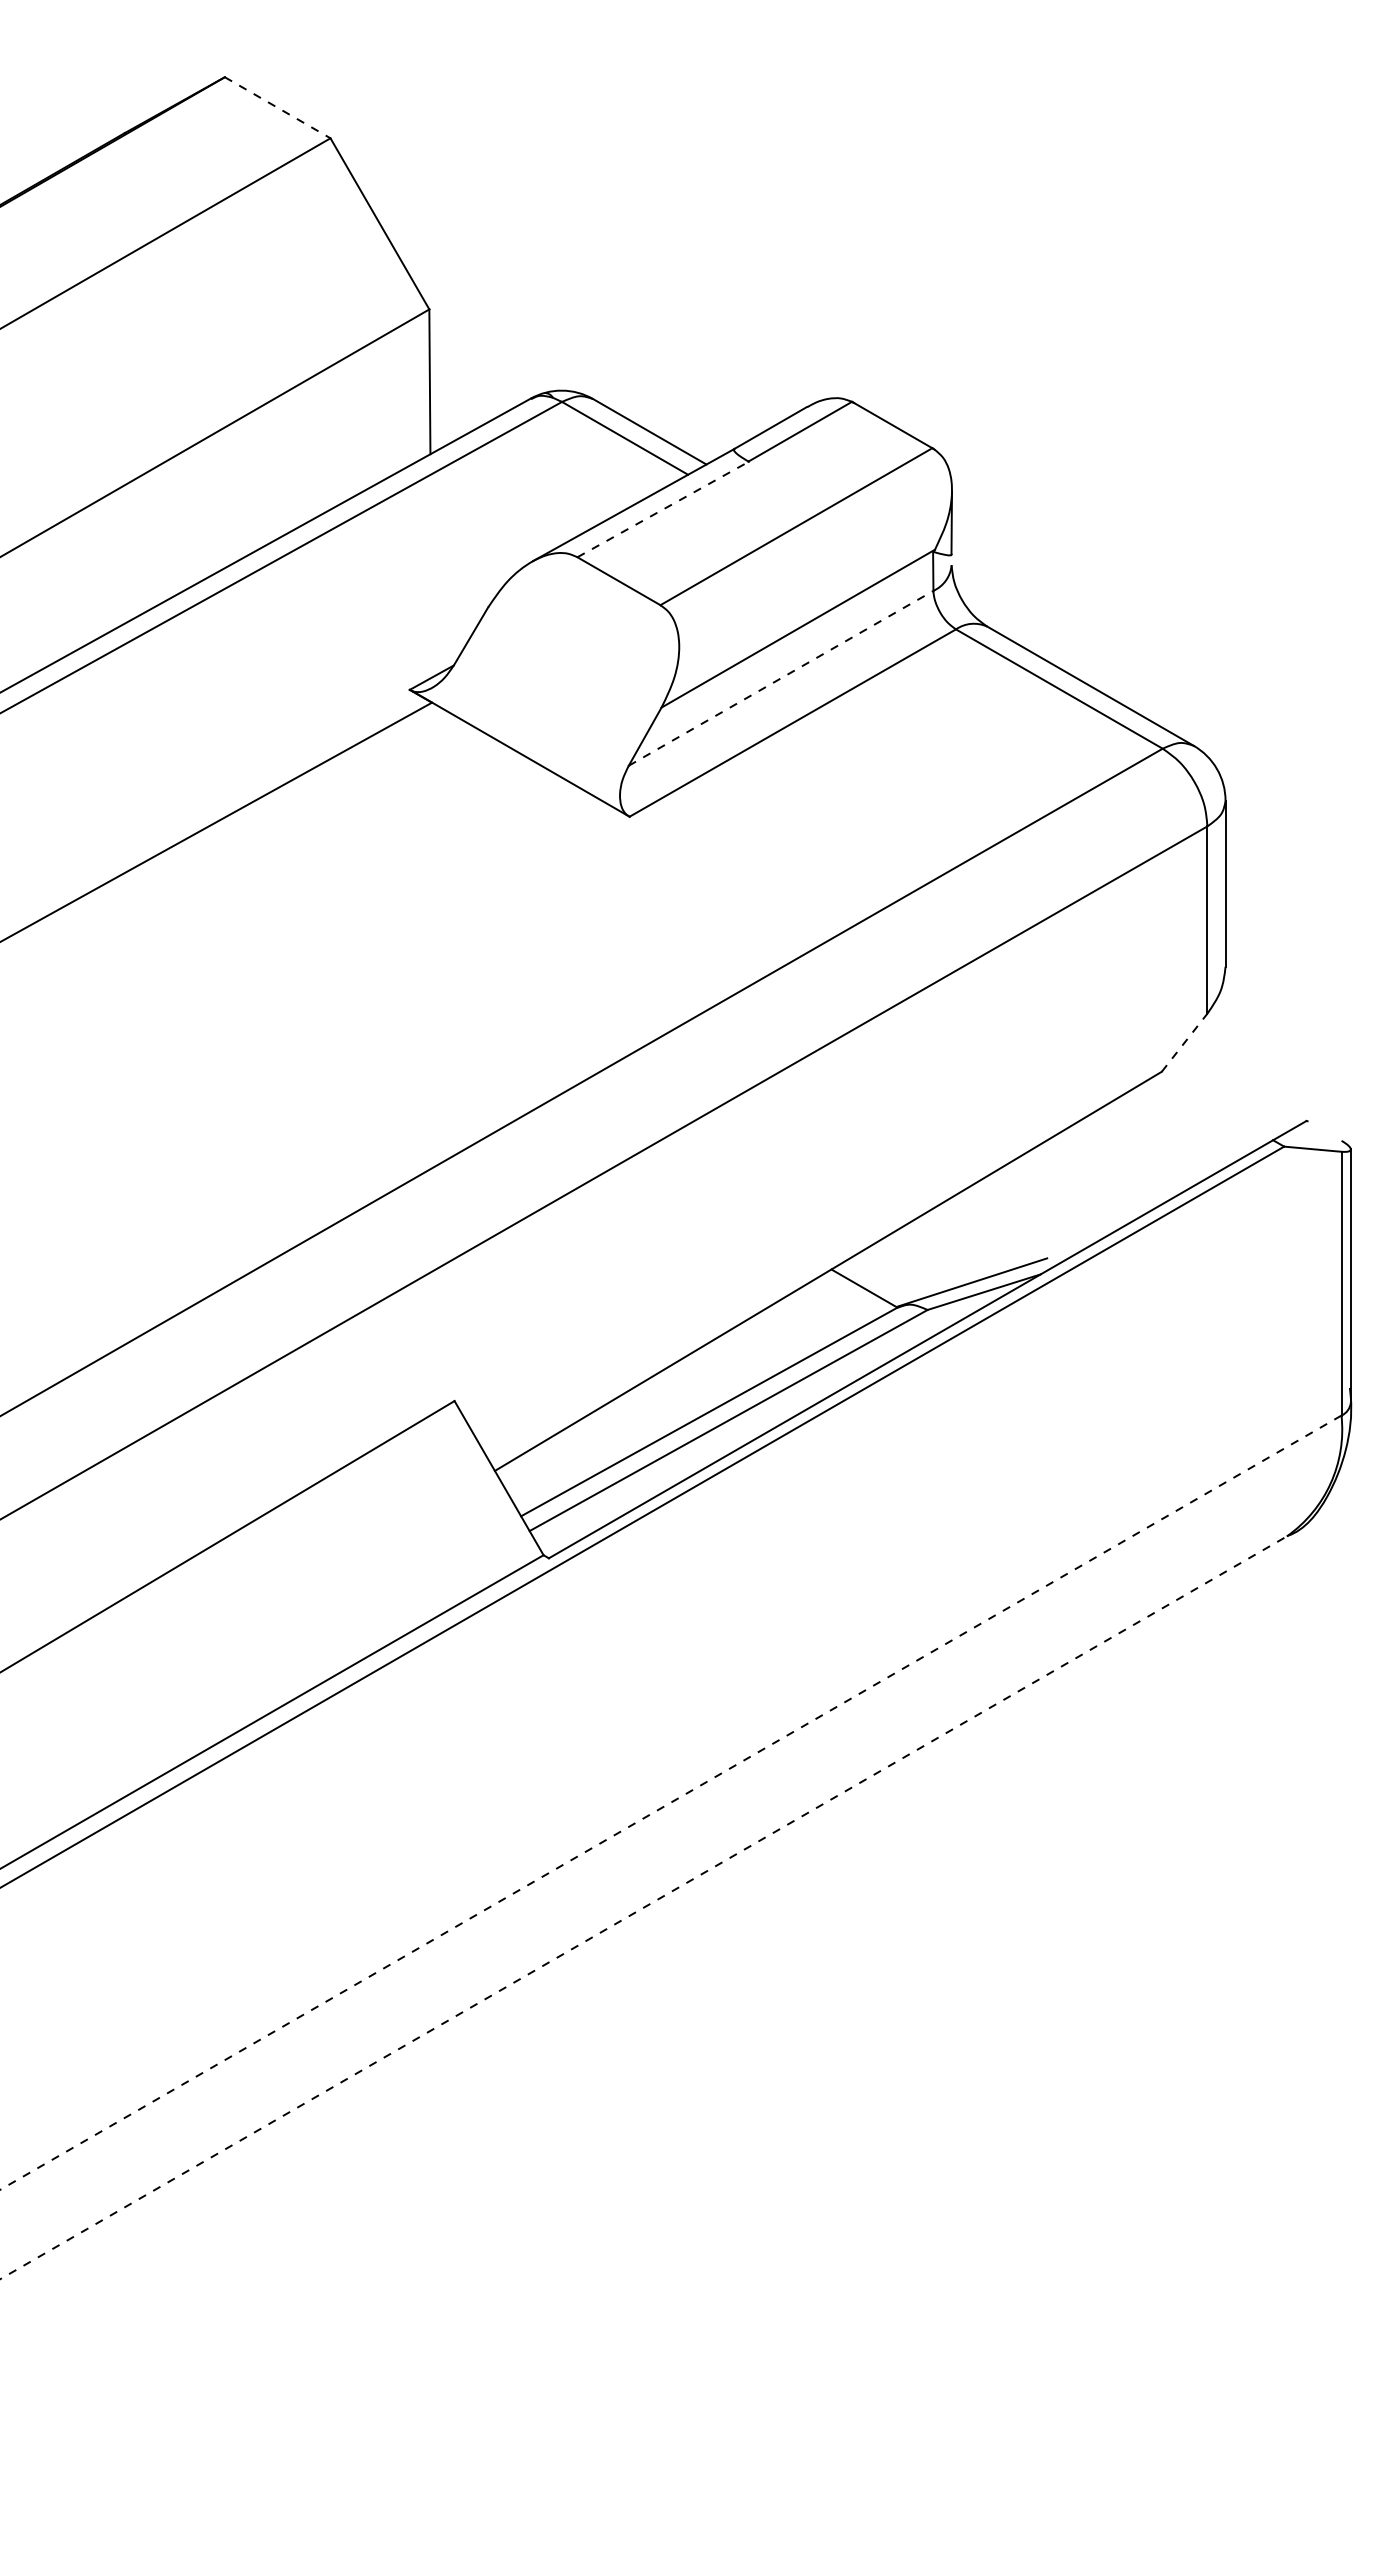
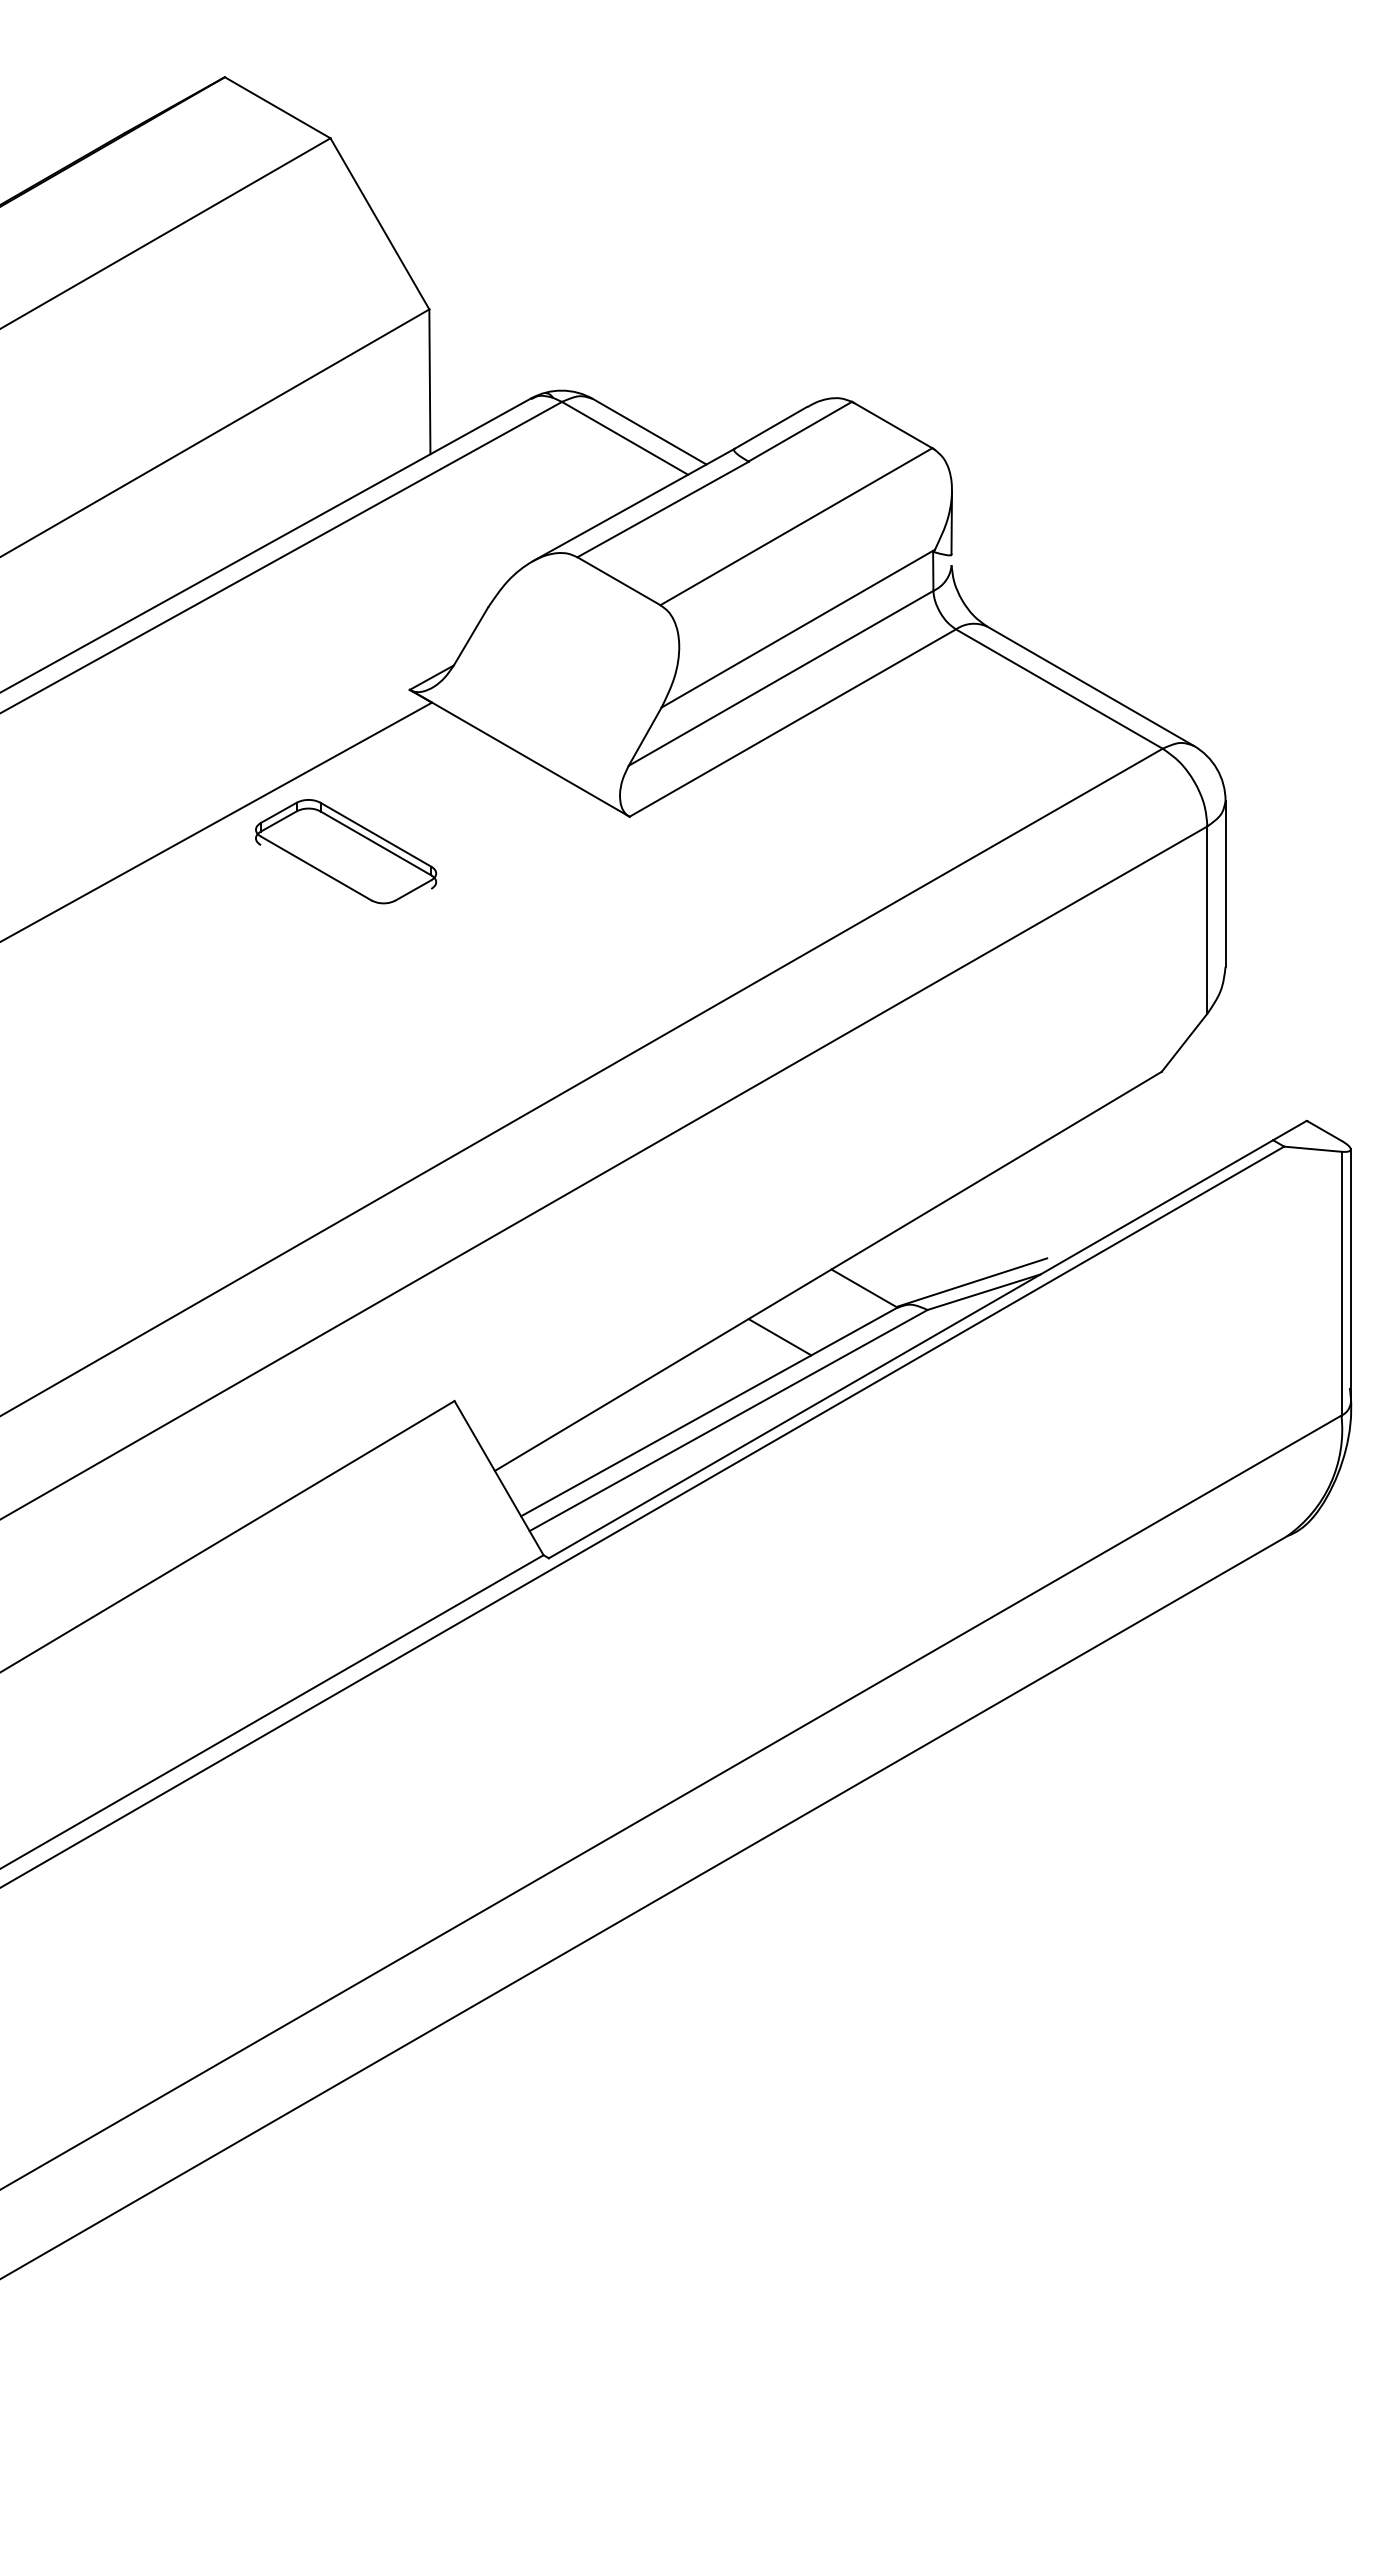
line at (278, 108): dashed -> solid
line at (663, 509): dashed -> solid
line at (781, 678): dashed -> solid
part at (346, 851): none -> present
line at (1184, 1042): dashed -> solid
line at (1324, 1130): none -> present
line at (779, 1337): none -> present
line at (670, 1802): dashed -> solid
line at (643, 1907): dashed -> solid
